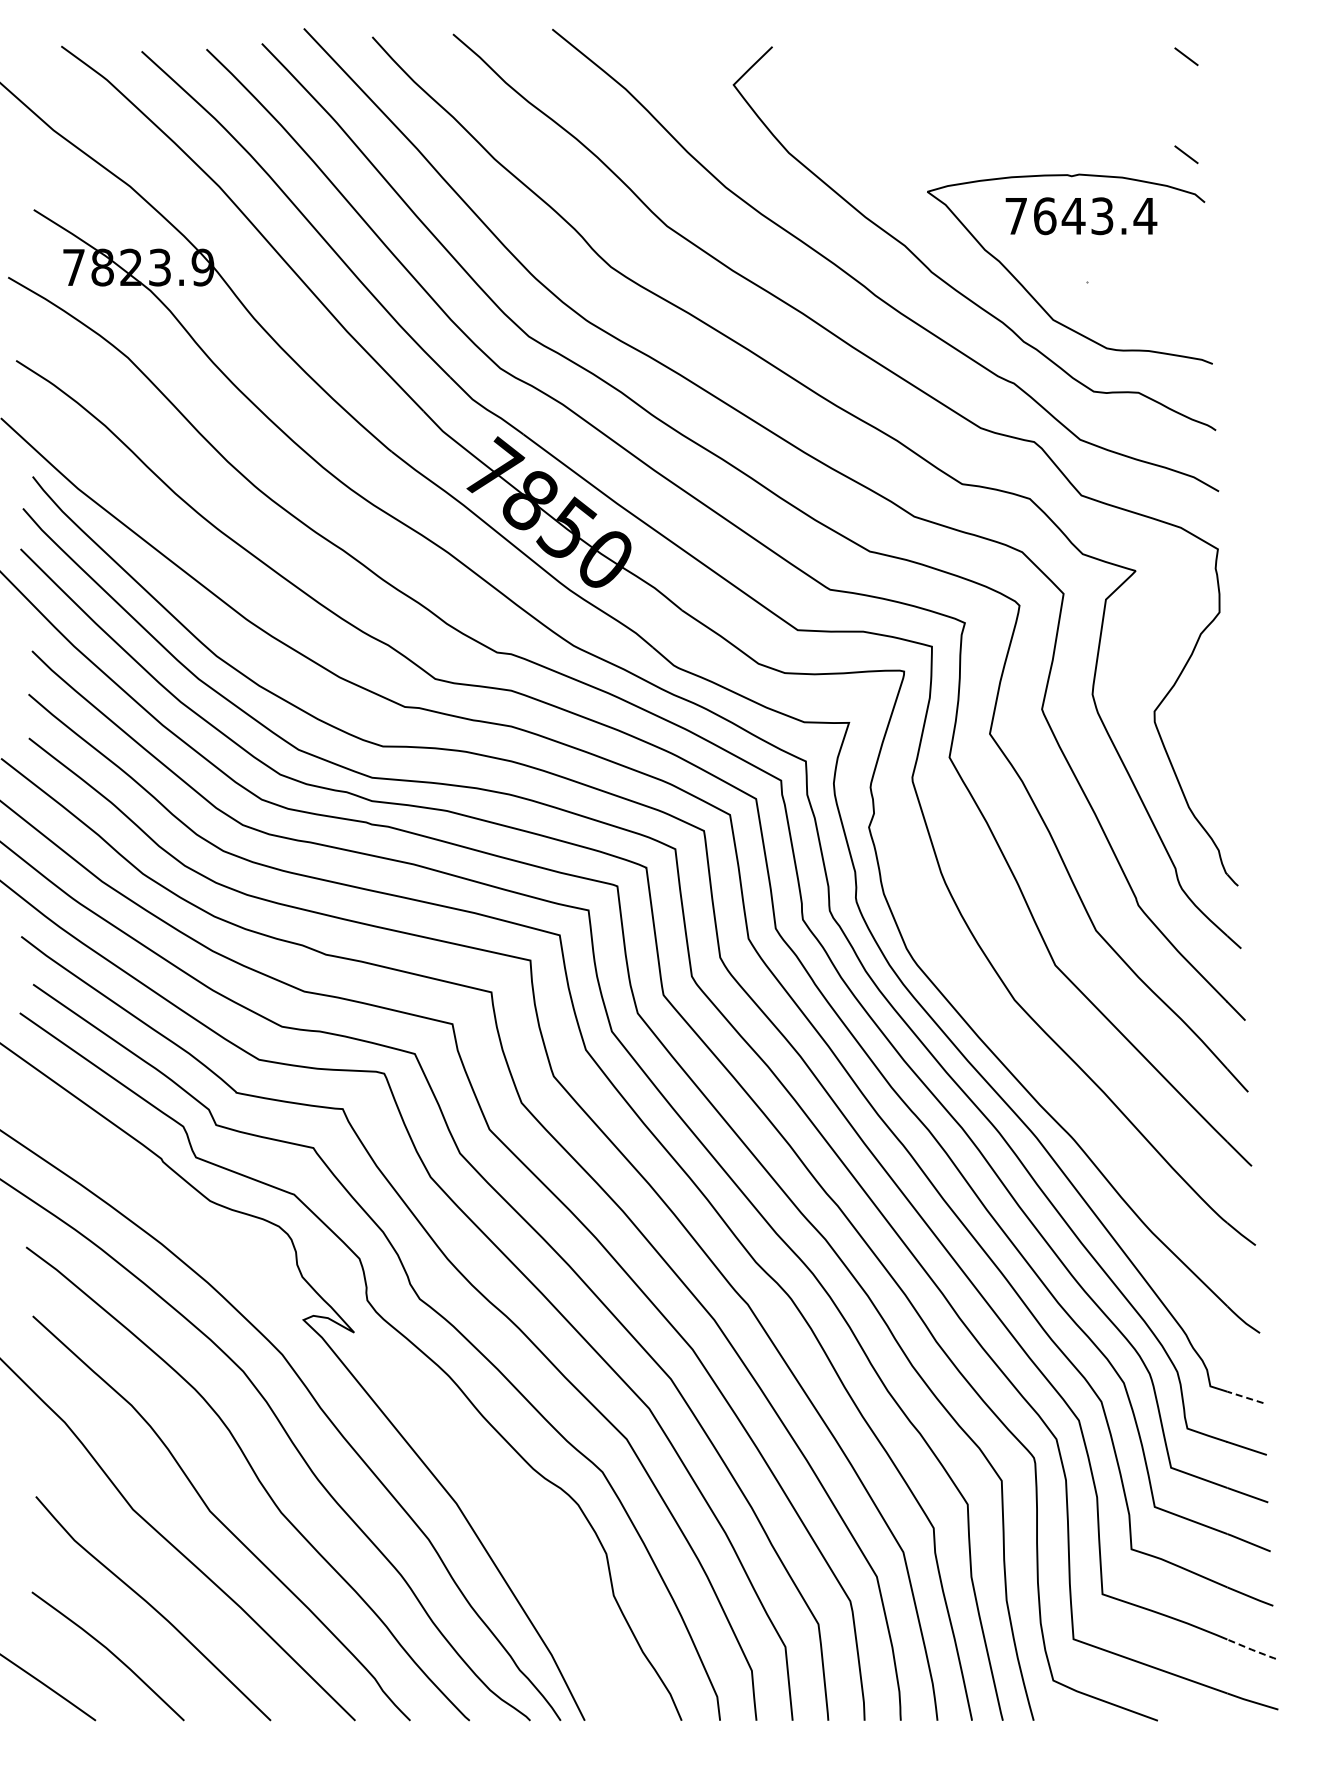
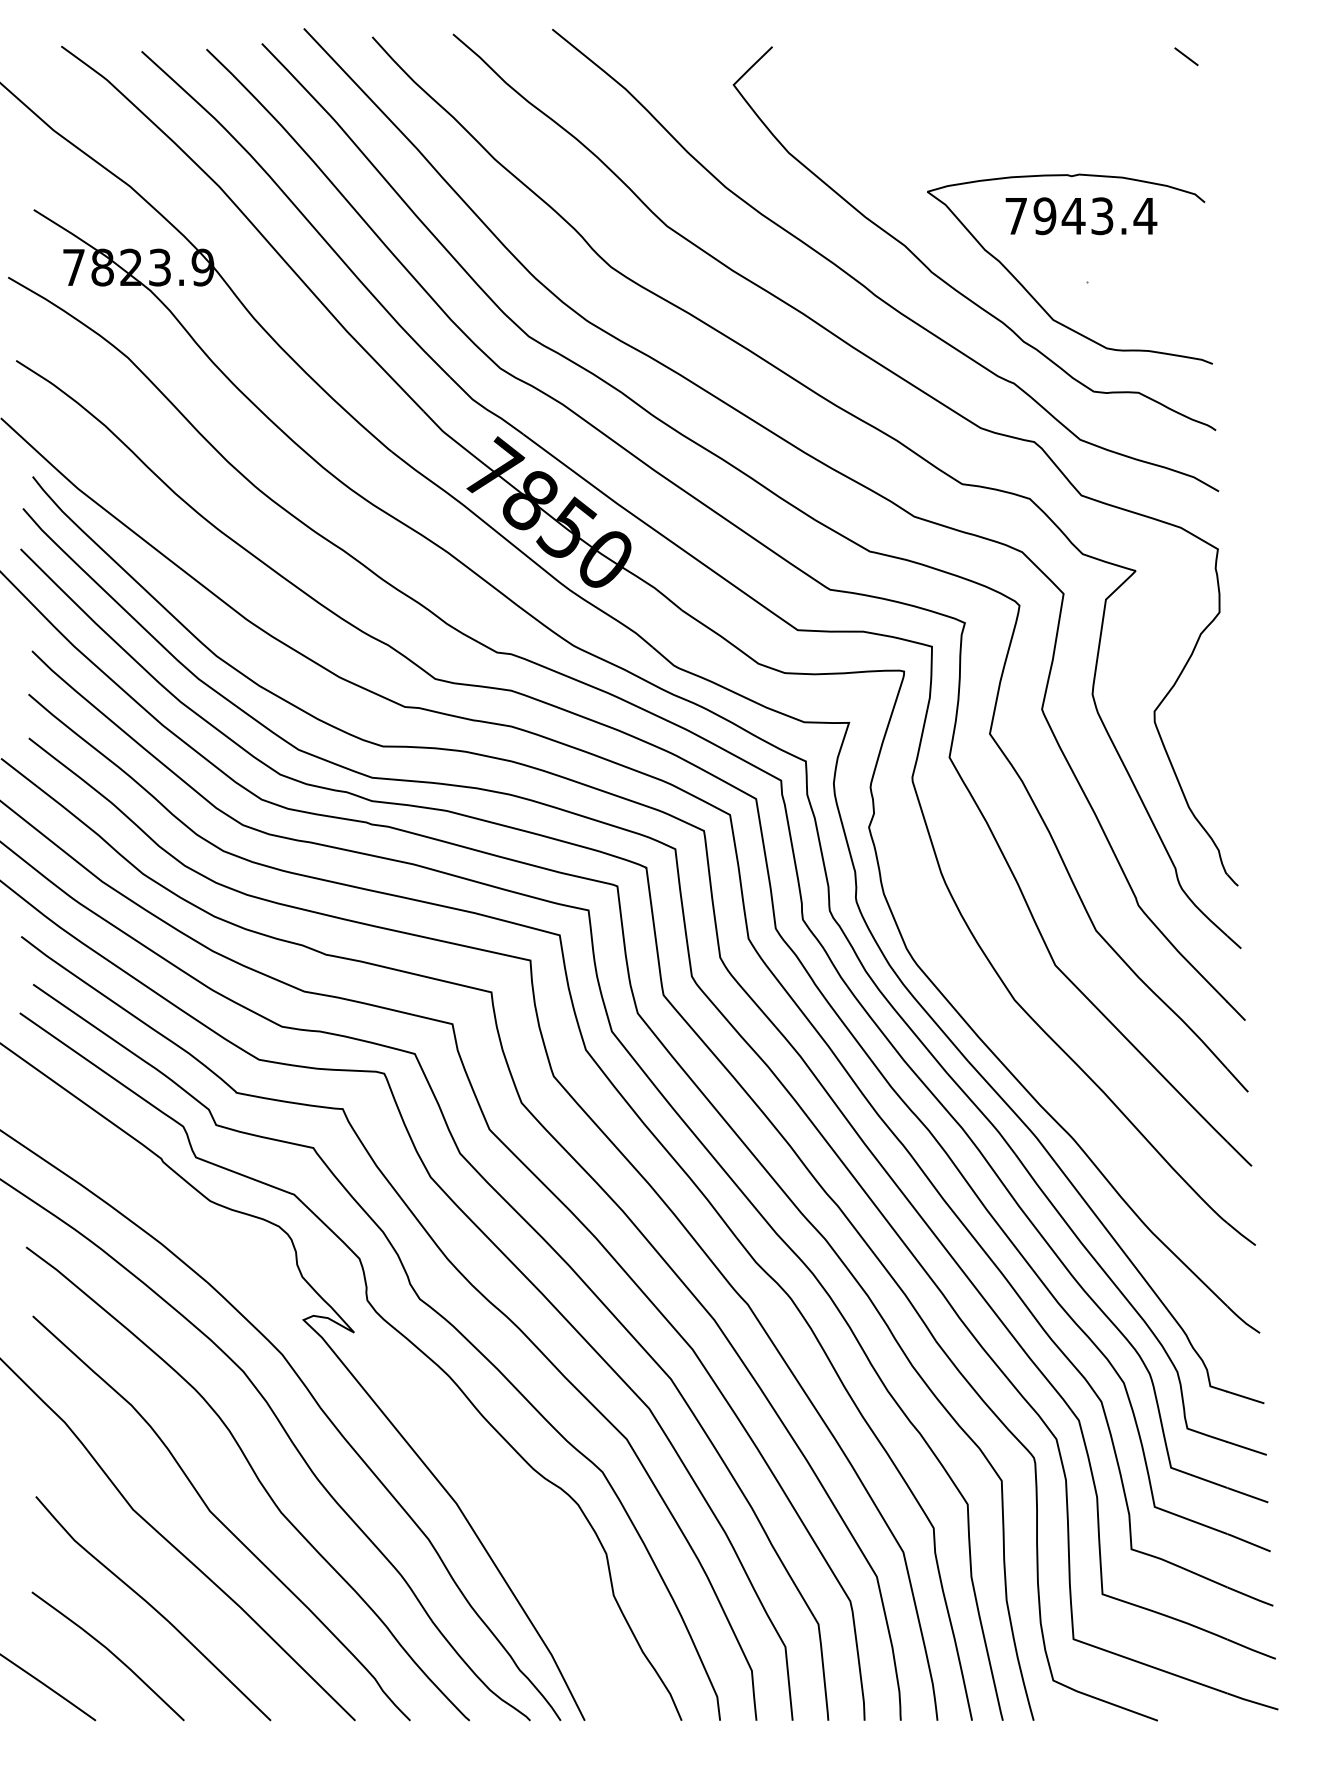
line at (1186, 154): present -> none
text at (1044, 216): 7643.4 -> 7943.4
line at (1245, 1397): dashed -> solid
line at (1251, 1649): dashed -> solid
